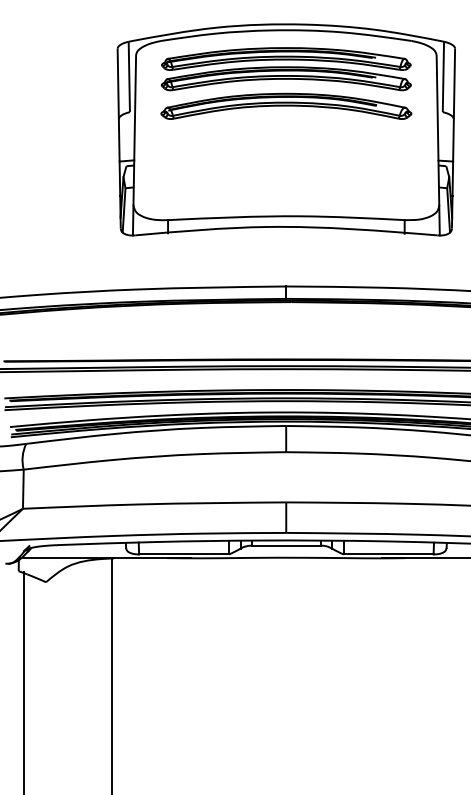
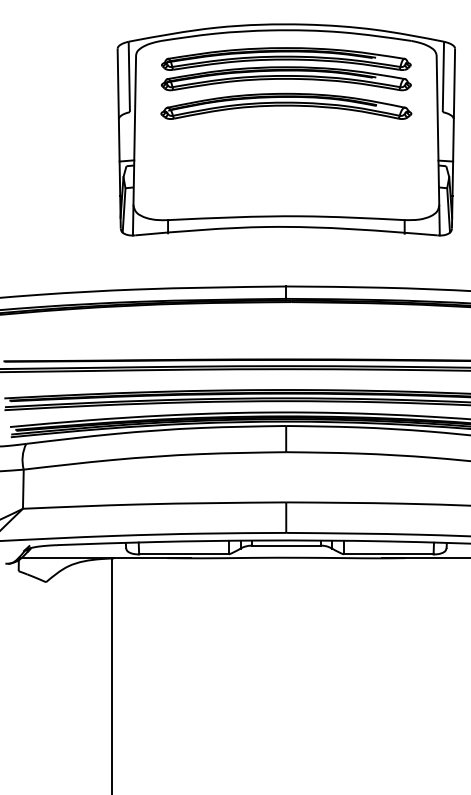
line at (24, 681): present -> none
